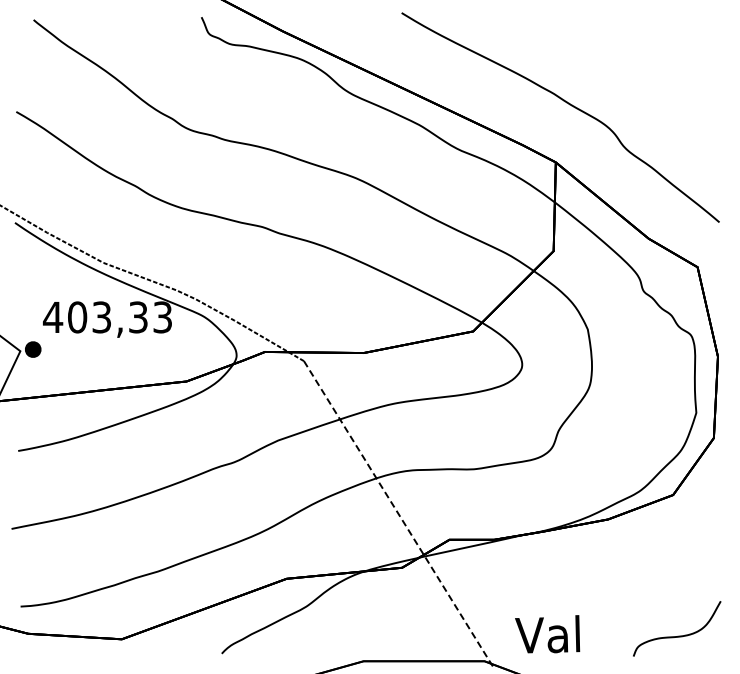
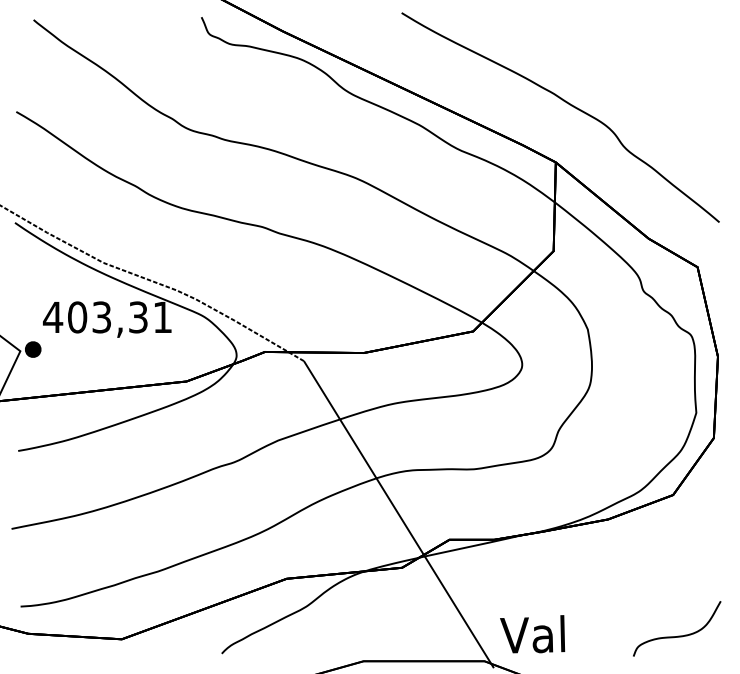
text at (162, 317): 403,33 -> 403,31
line at (398, 514): dashed -> solid
text at (547, 634) position: (547, 634) -> (532, 634)
